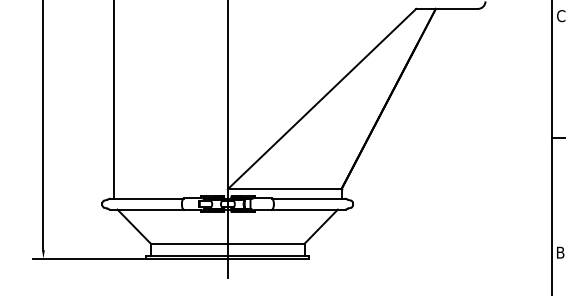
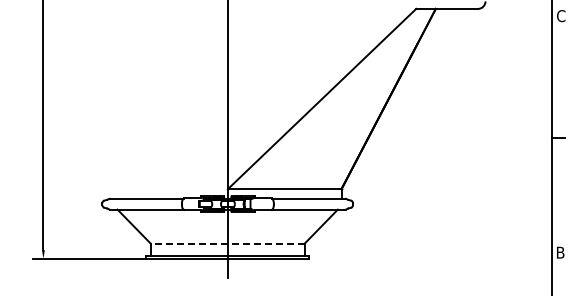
line at (113, 100): present -> none
line at (227, 243): solid -> dashed
